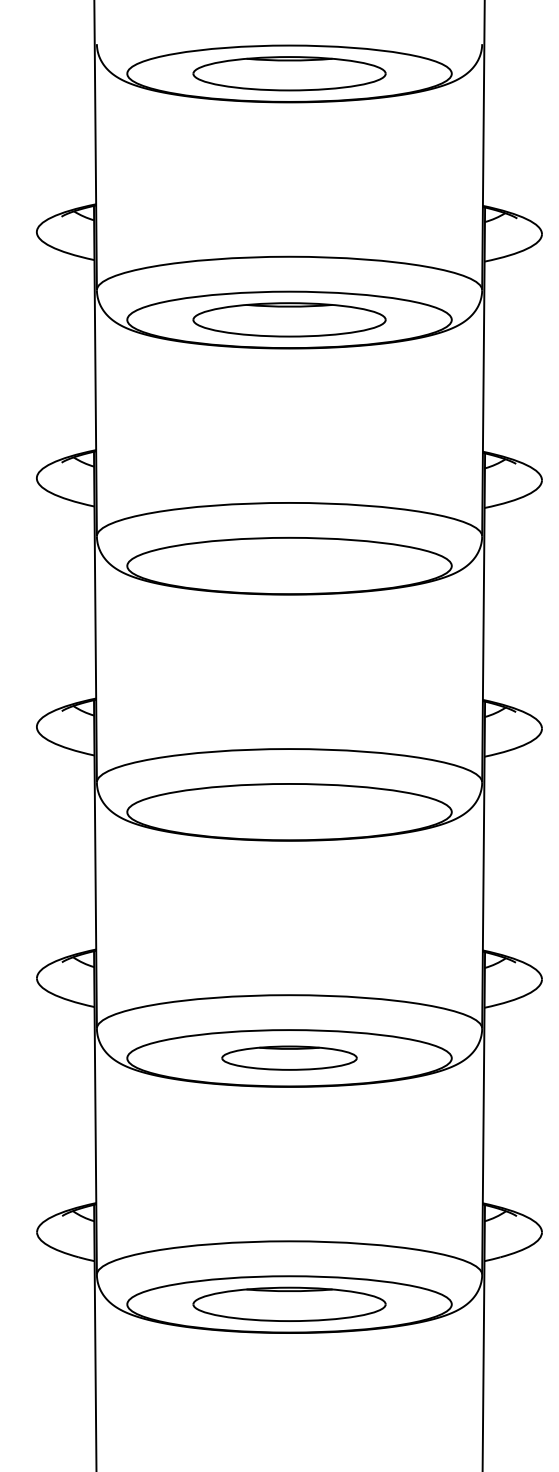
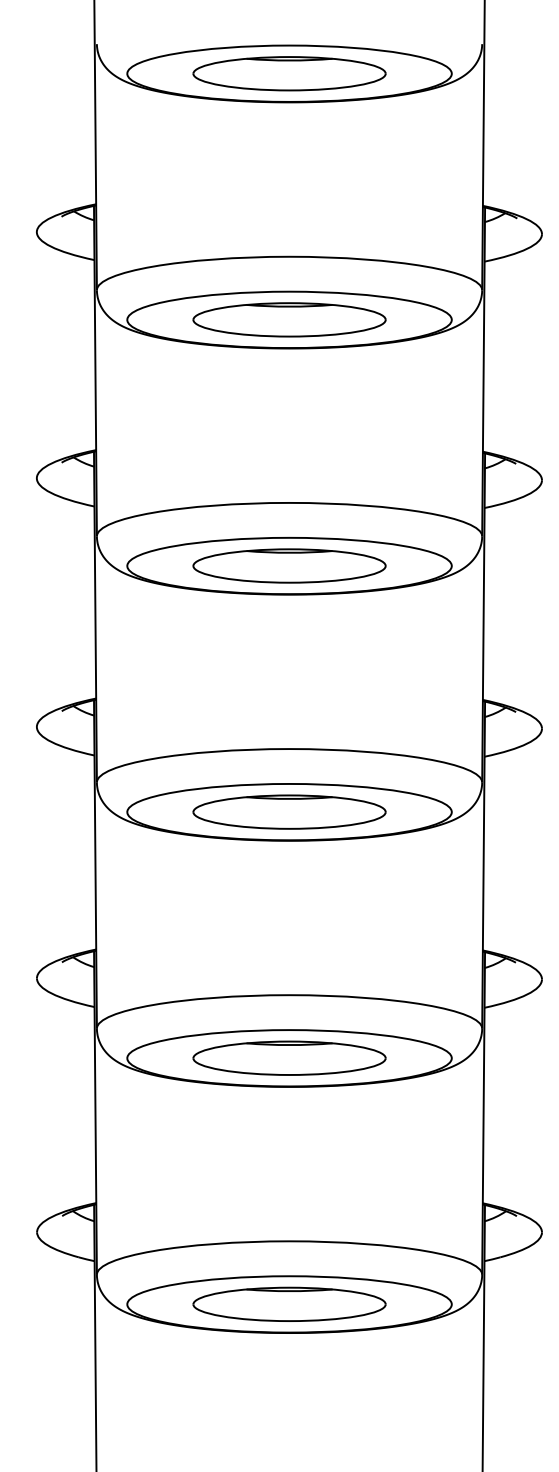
part at (289, 565): none -> present
part at (289, 811): none -> present
part at (289, 1057) size: 137x26 px -> 195x36 px
